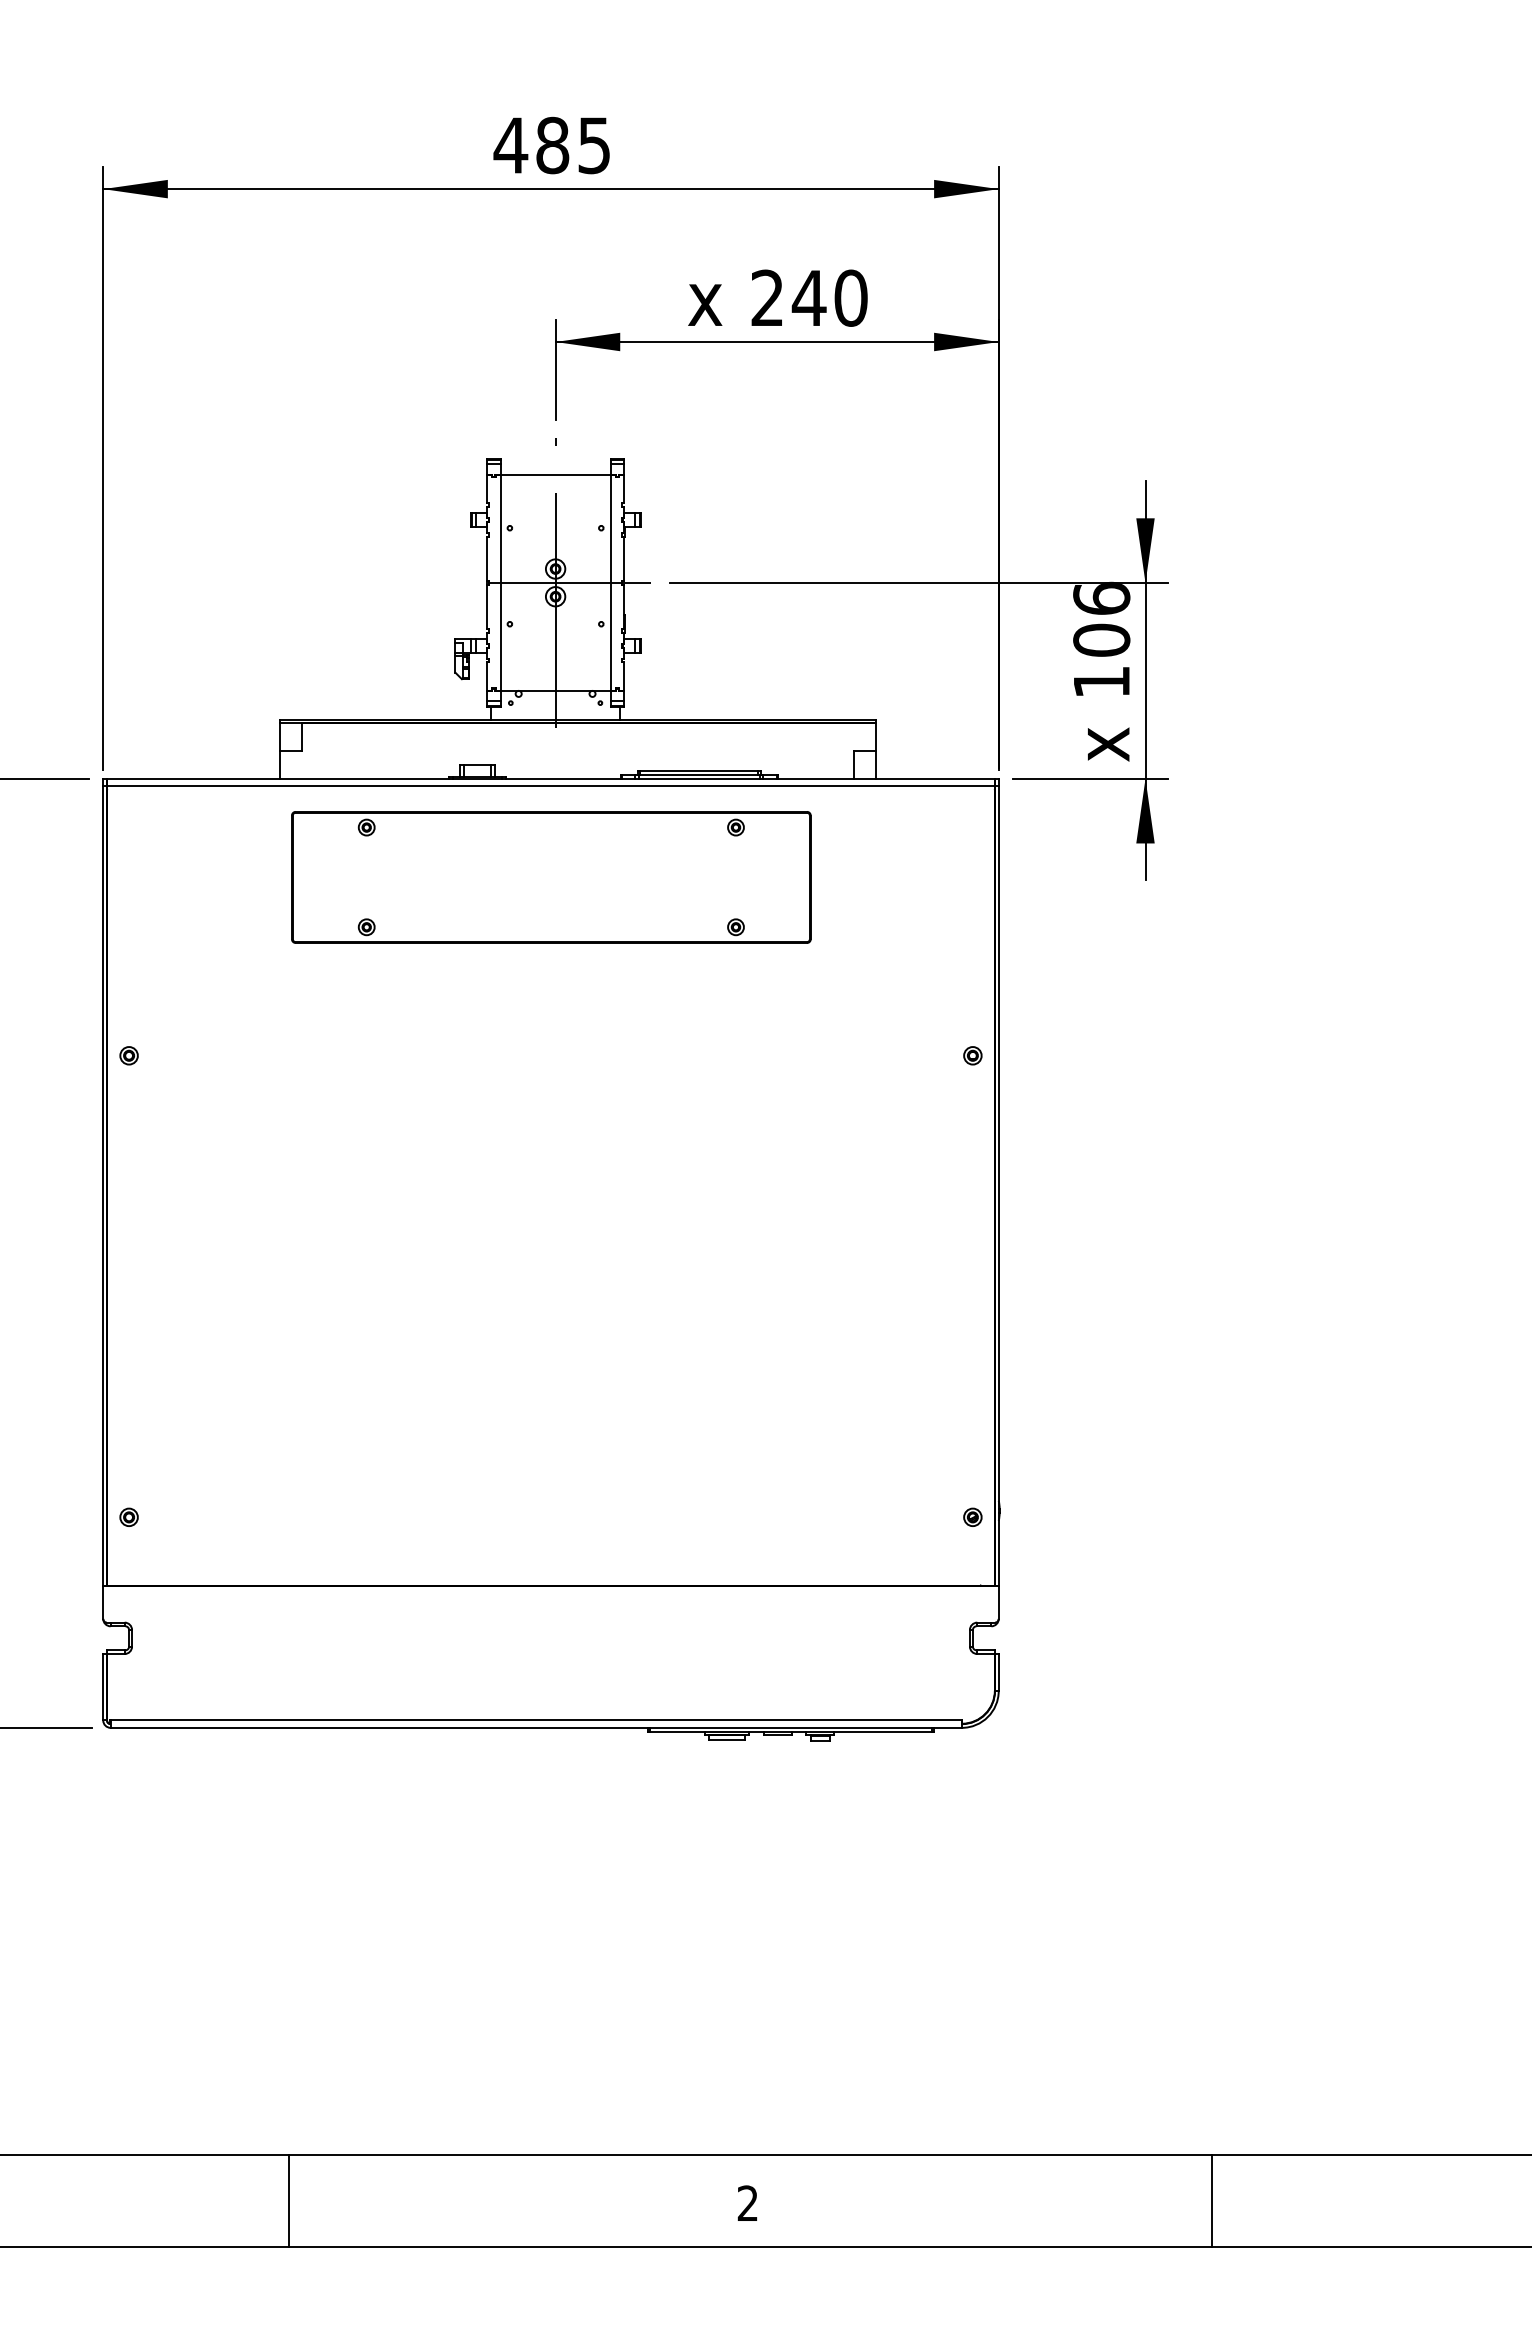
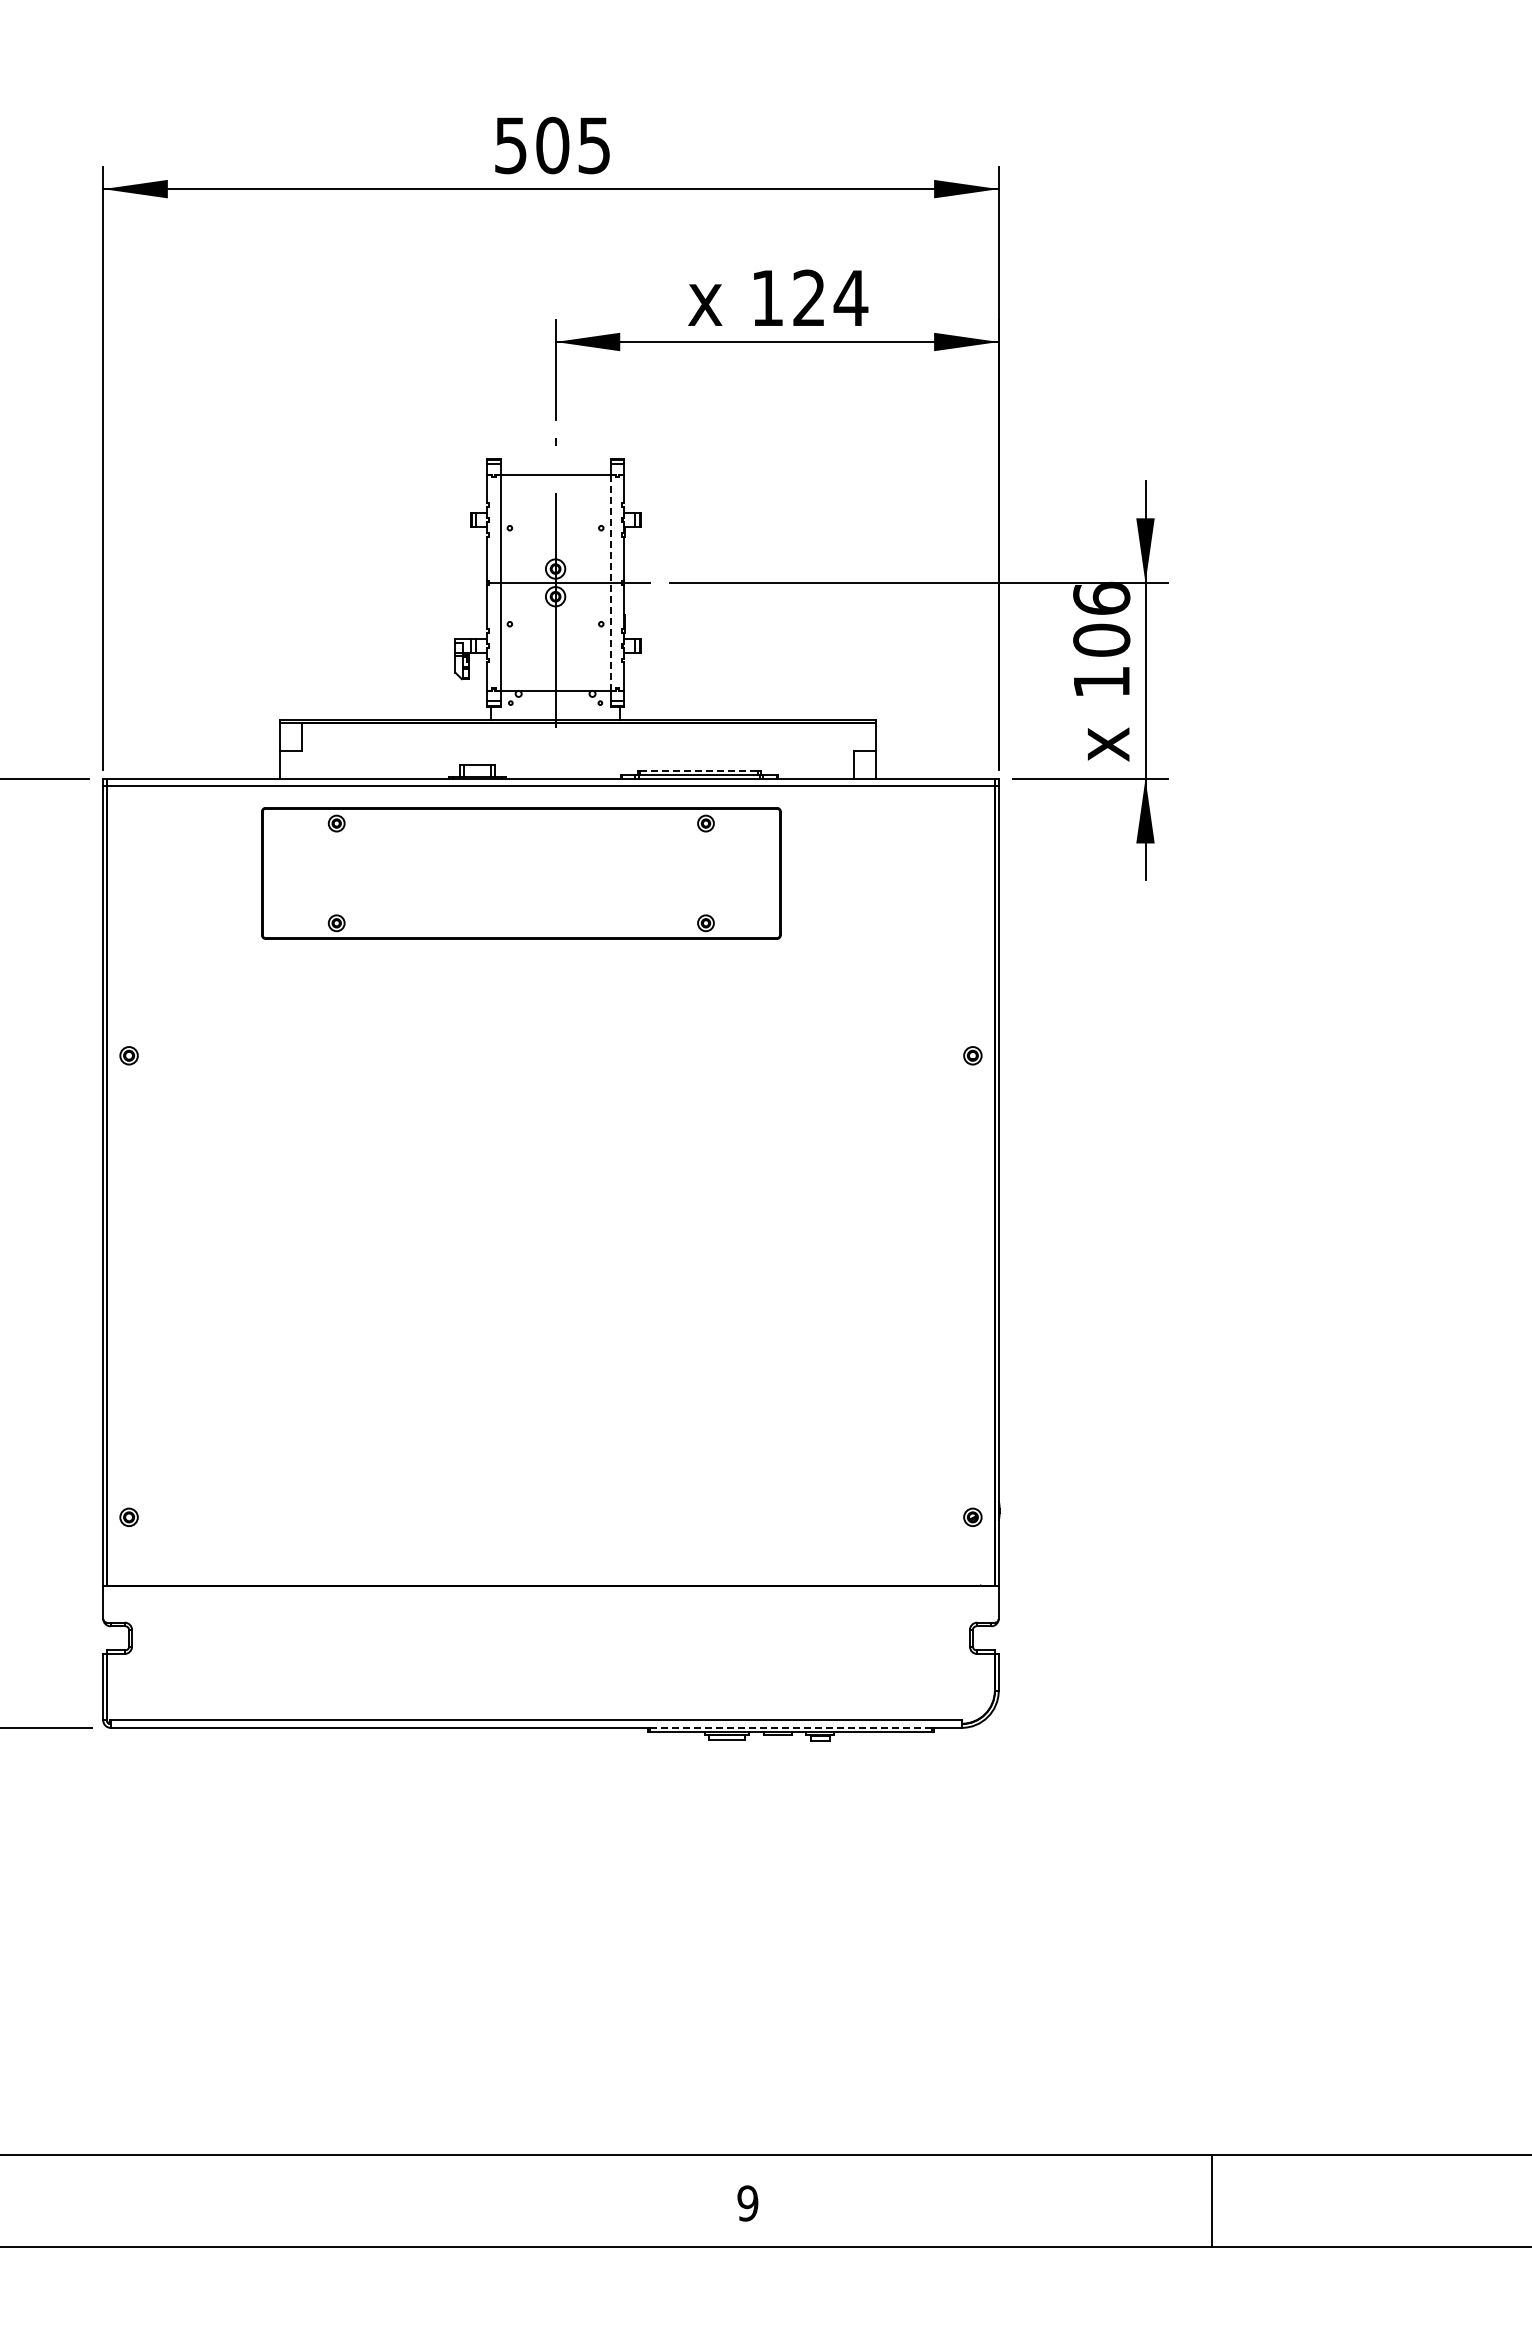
text at (531, 145): 485 -> 505
text at (809, 297): 240 -> 124
line at (610, 582): solid -> dashed
line at (699, 770): solid -> dashed
part at (551, 877) position: (551, 877) -> (521, 873)
line at (791, 1727): solid -> dashed
line at (288, 2200): present -> none
text at (747, 2203): 2 -> 9
